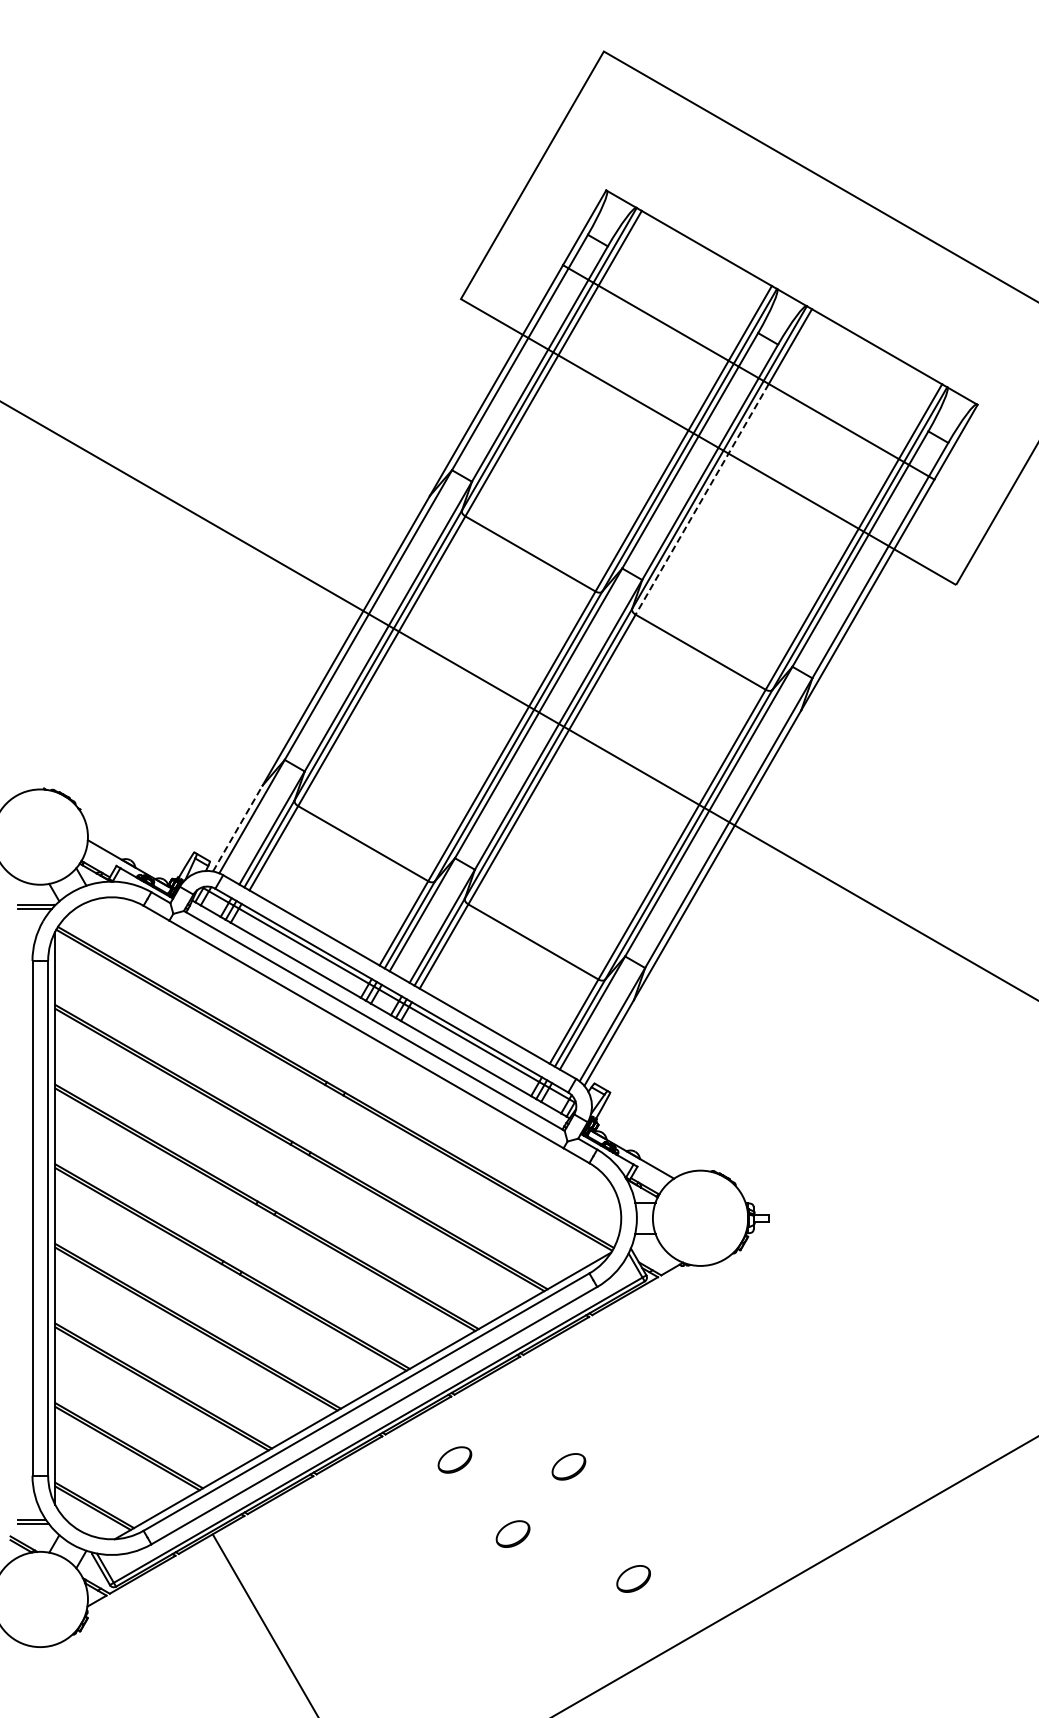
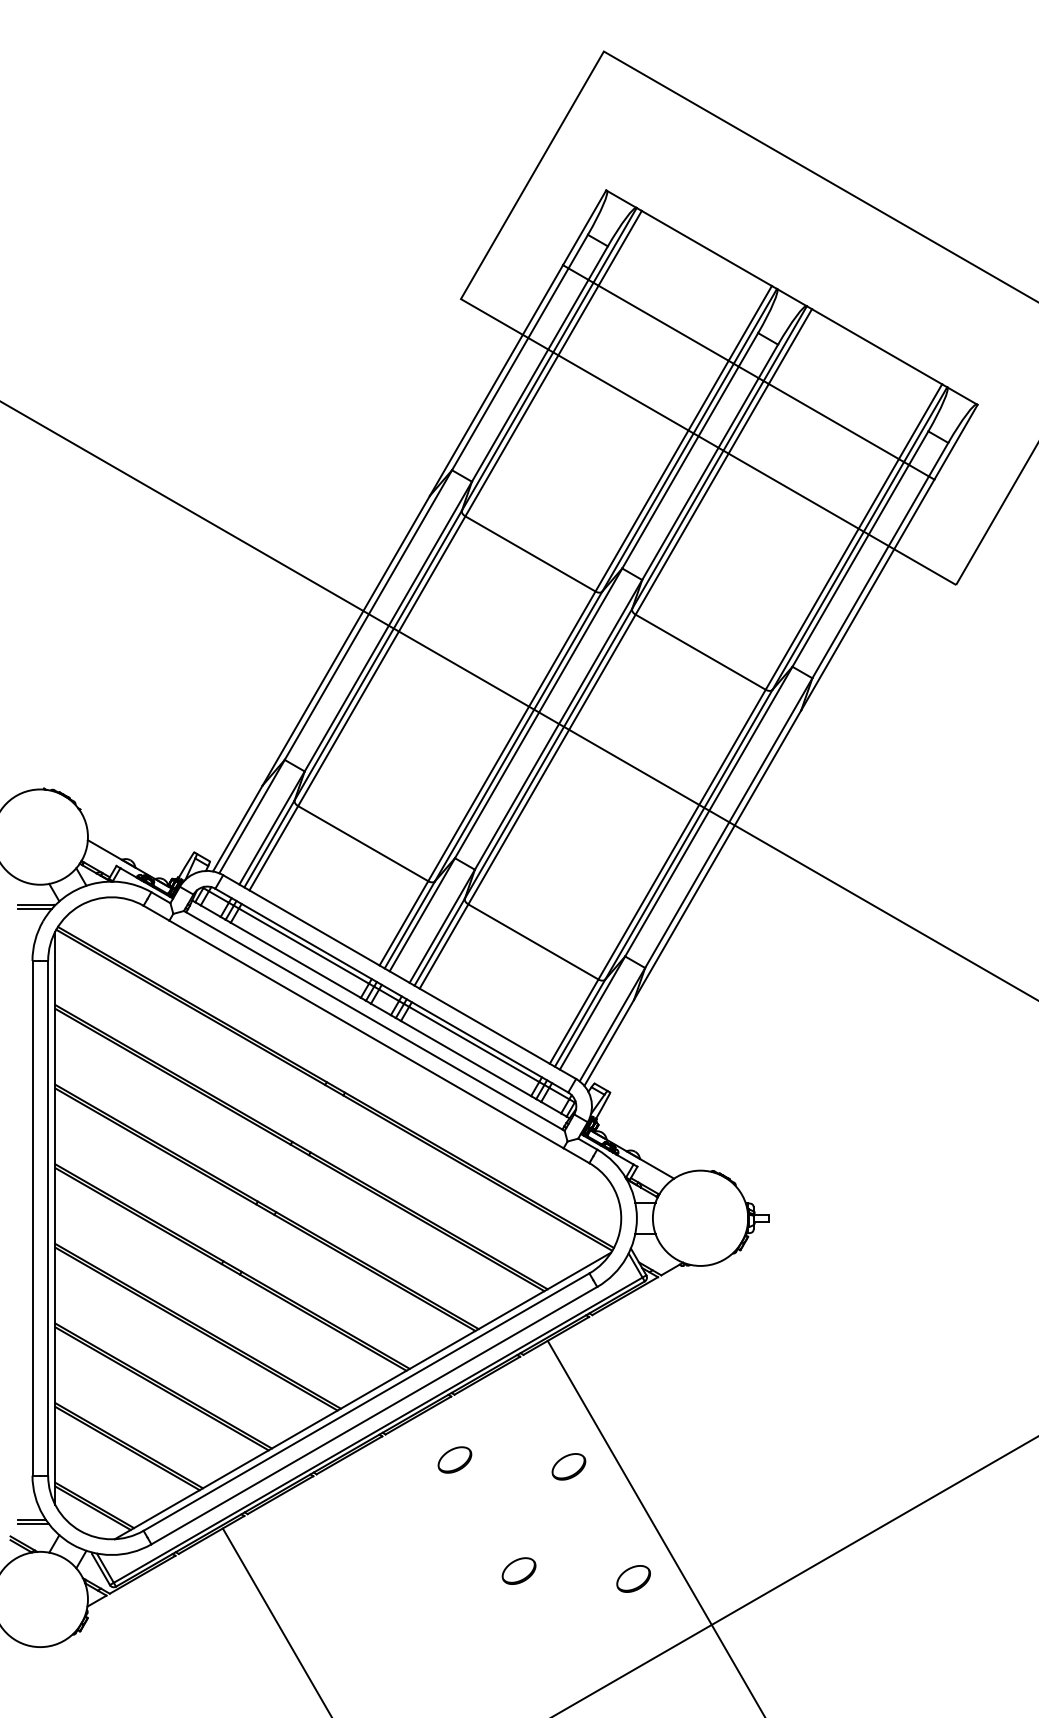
line at (701, 499): dashed -> solid
line at (237, 828): dashed -> solid
line at (655, 1527): none -> present
part at (512, 1533) position: (512, 1533) -> (518, 1570)
line at (264, 1624) position: (264, 1624) -> (276, 1621)
